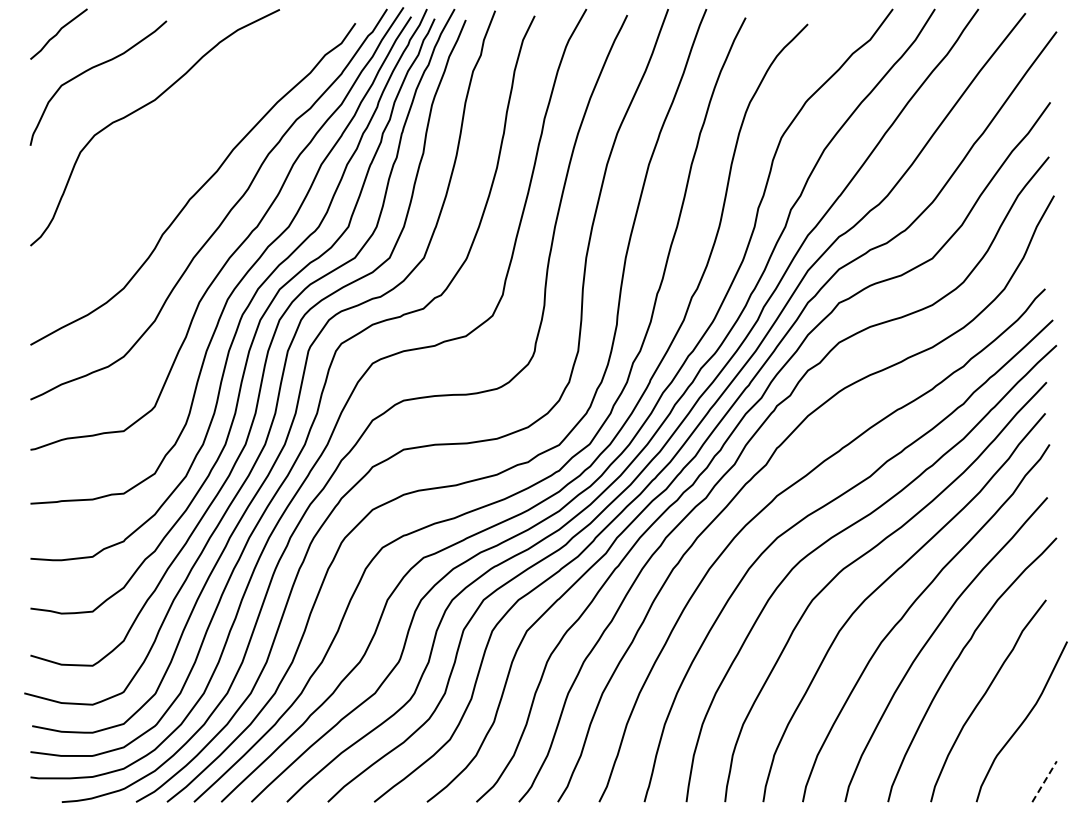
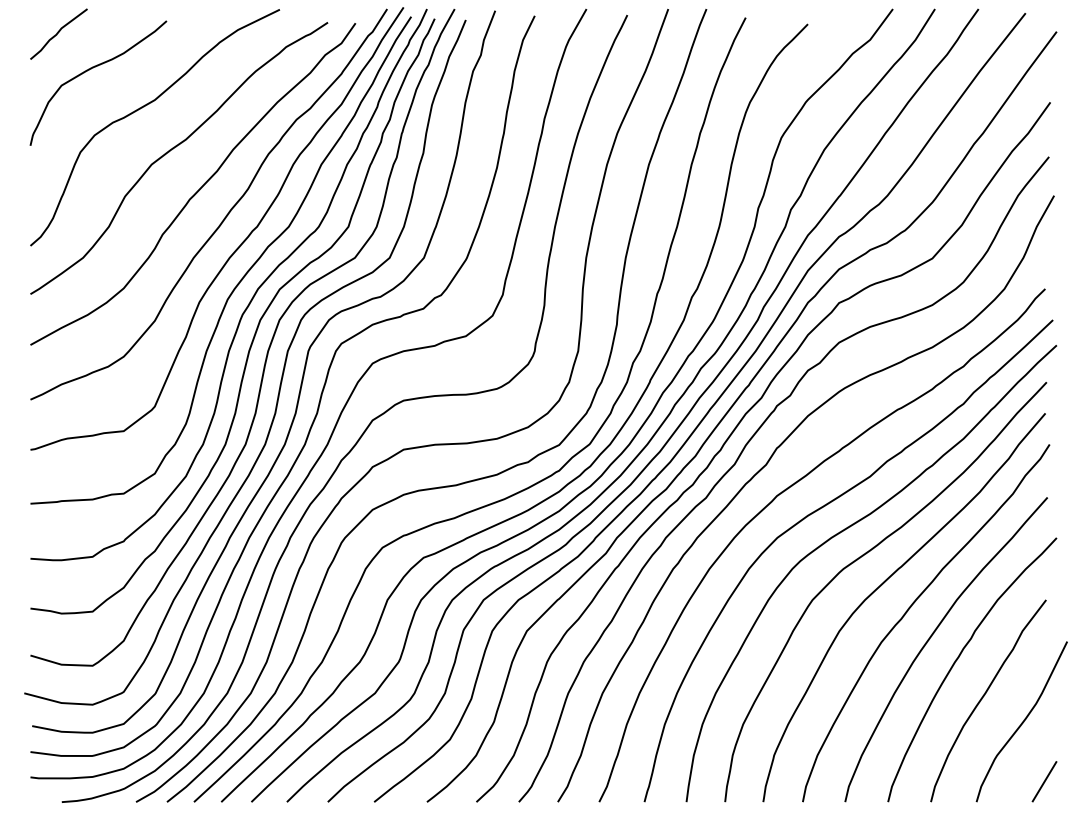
curve at (173, 149): none -> present
line at (1044, 781): dashed -> solid
